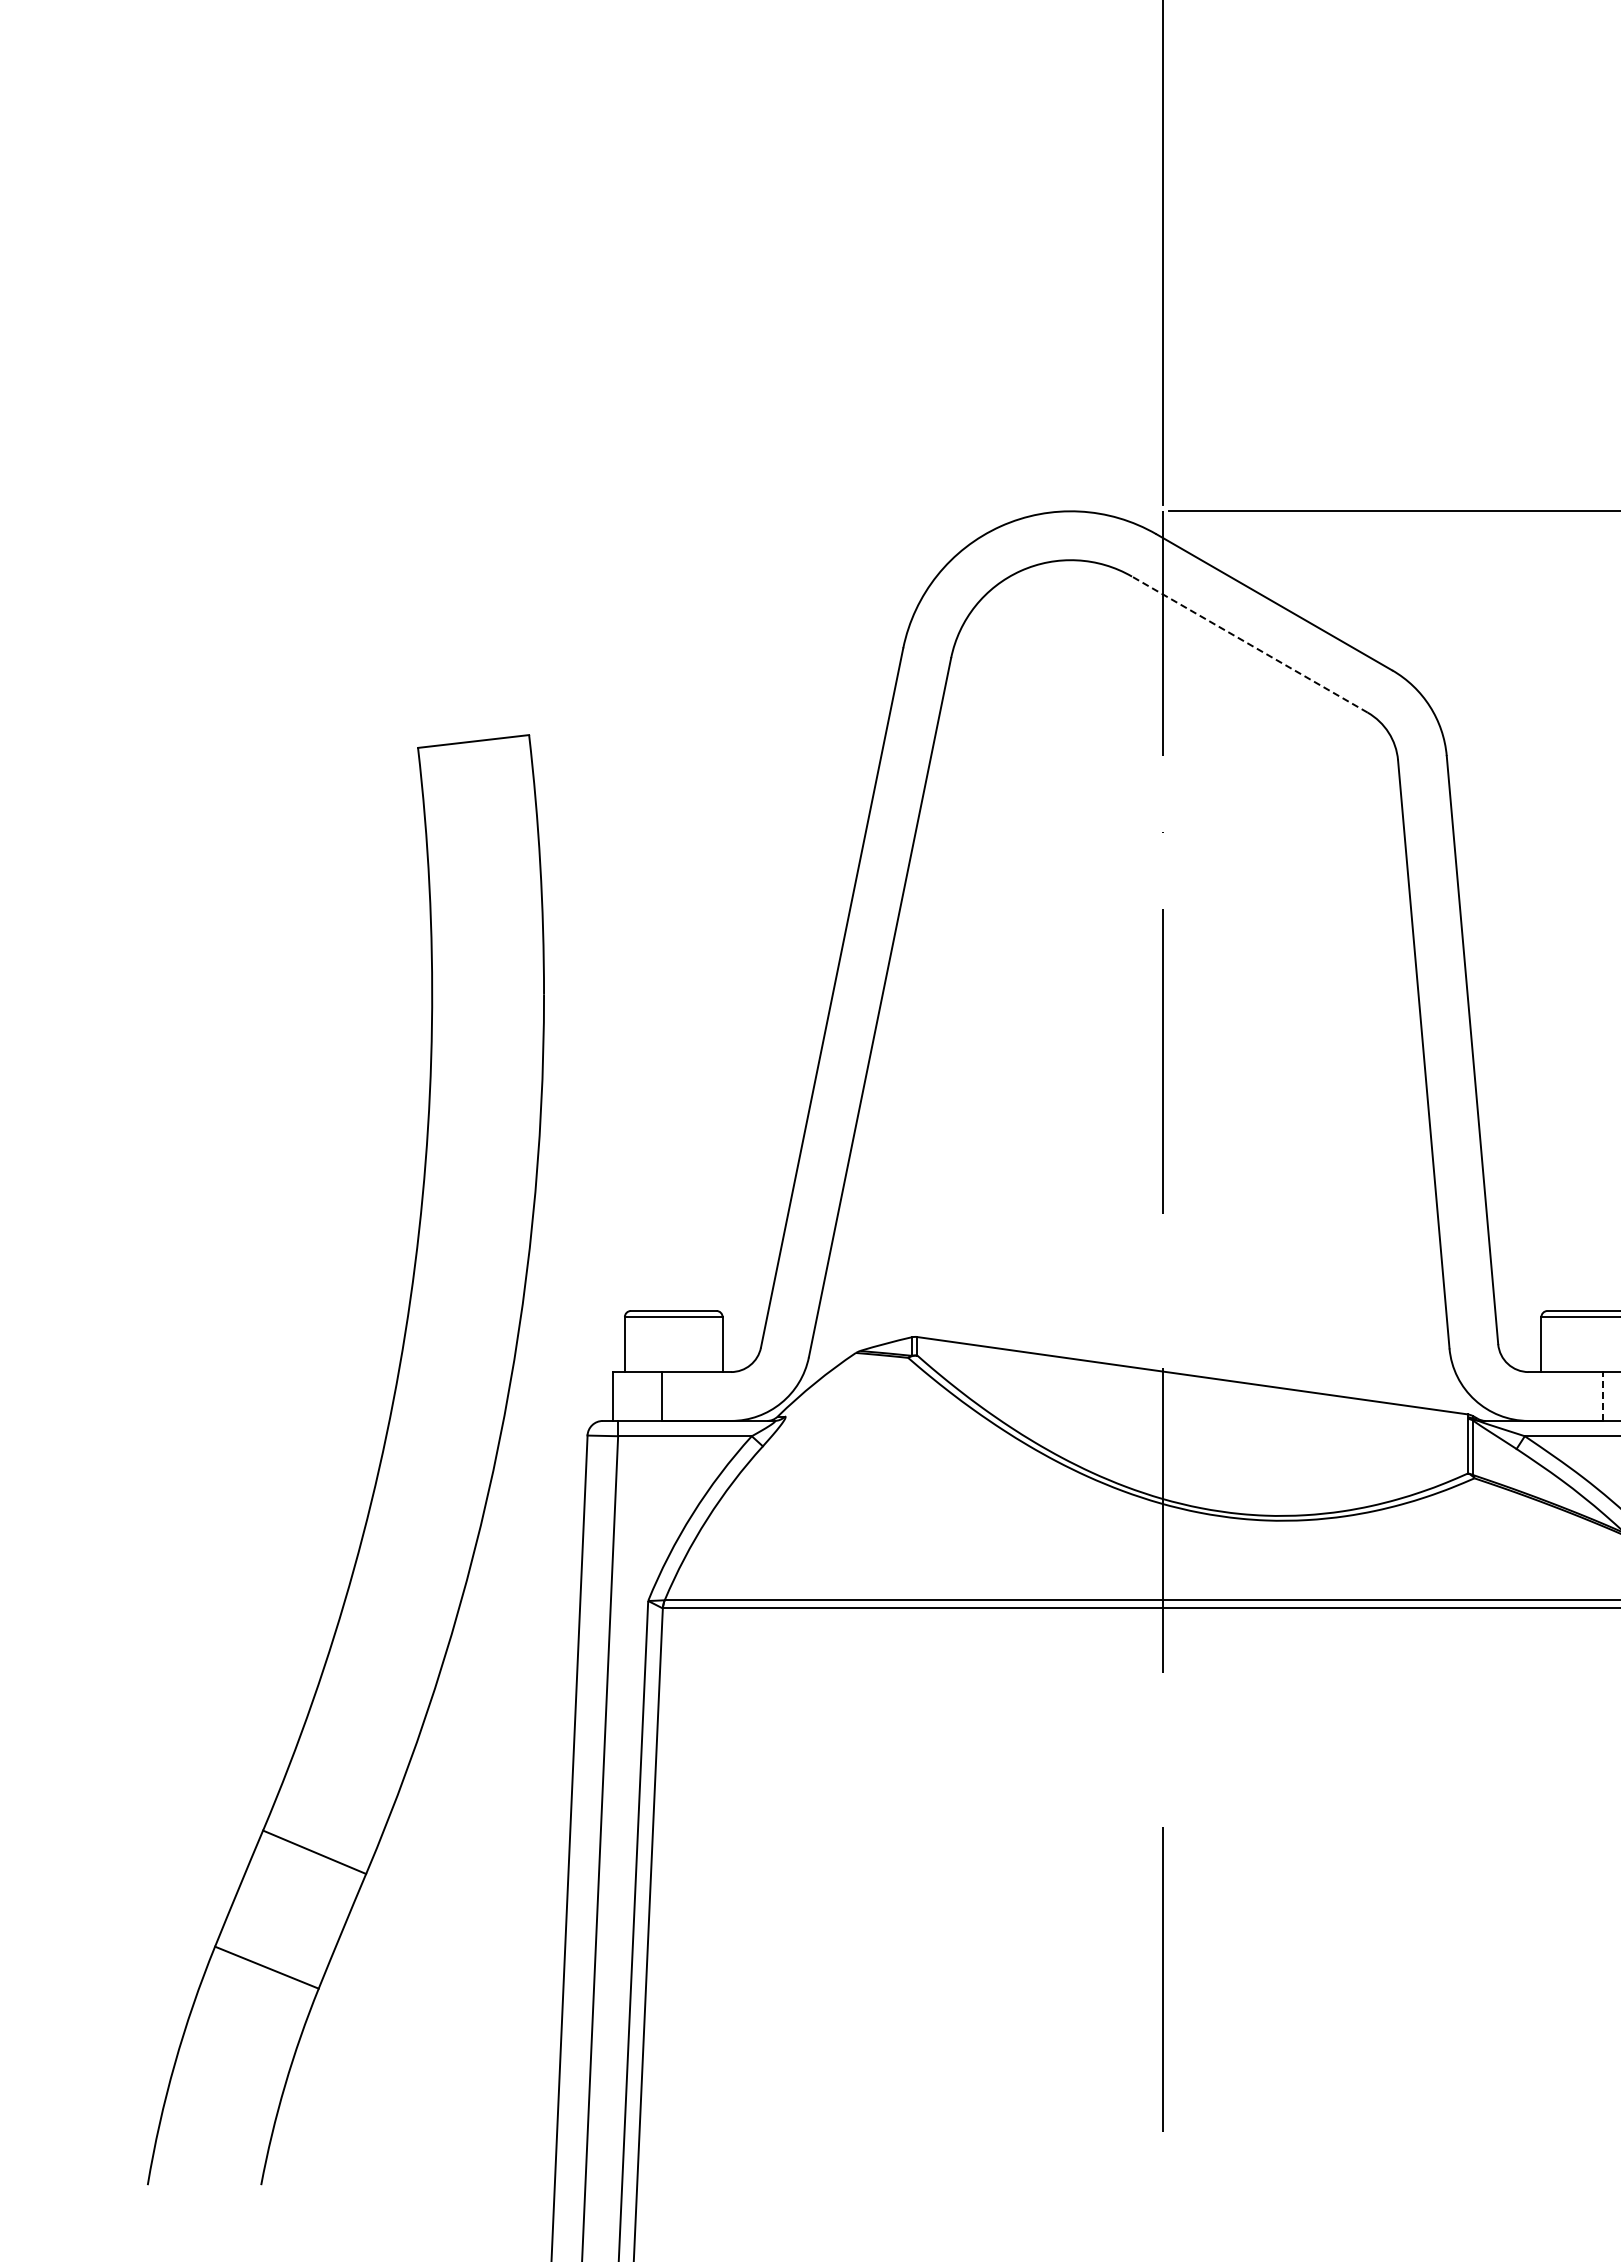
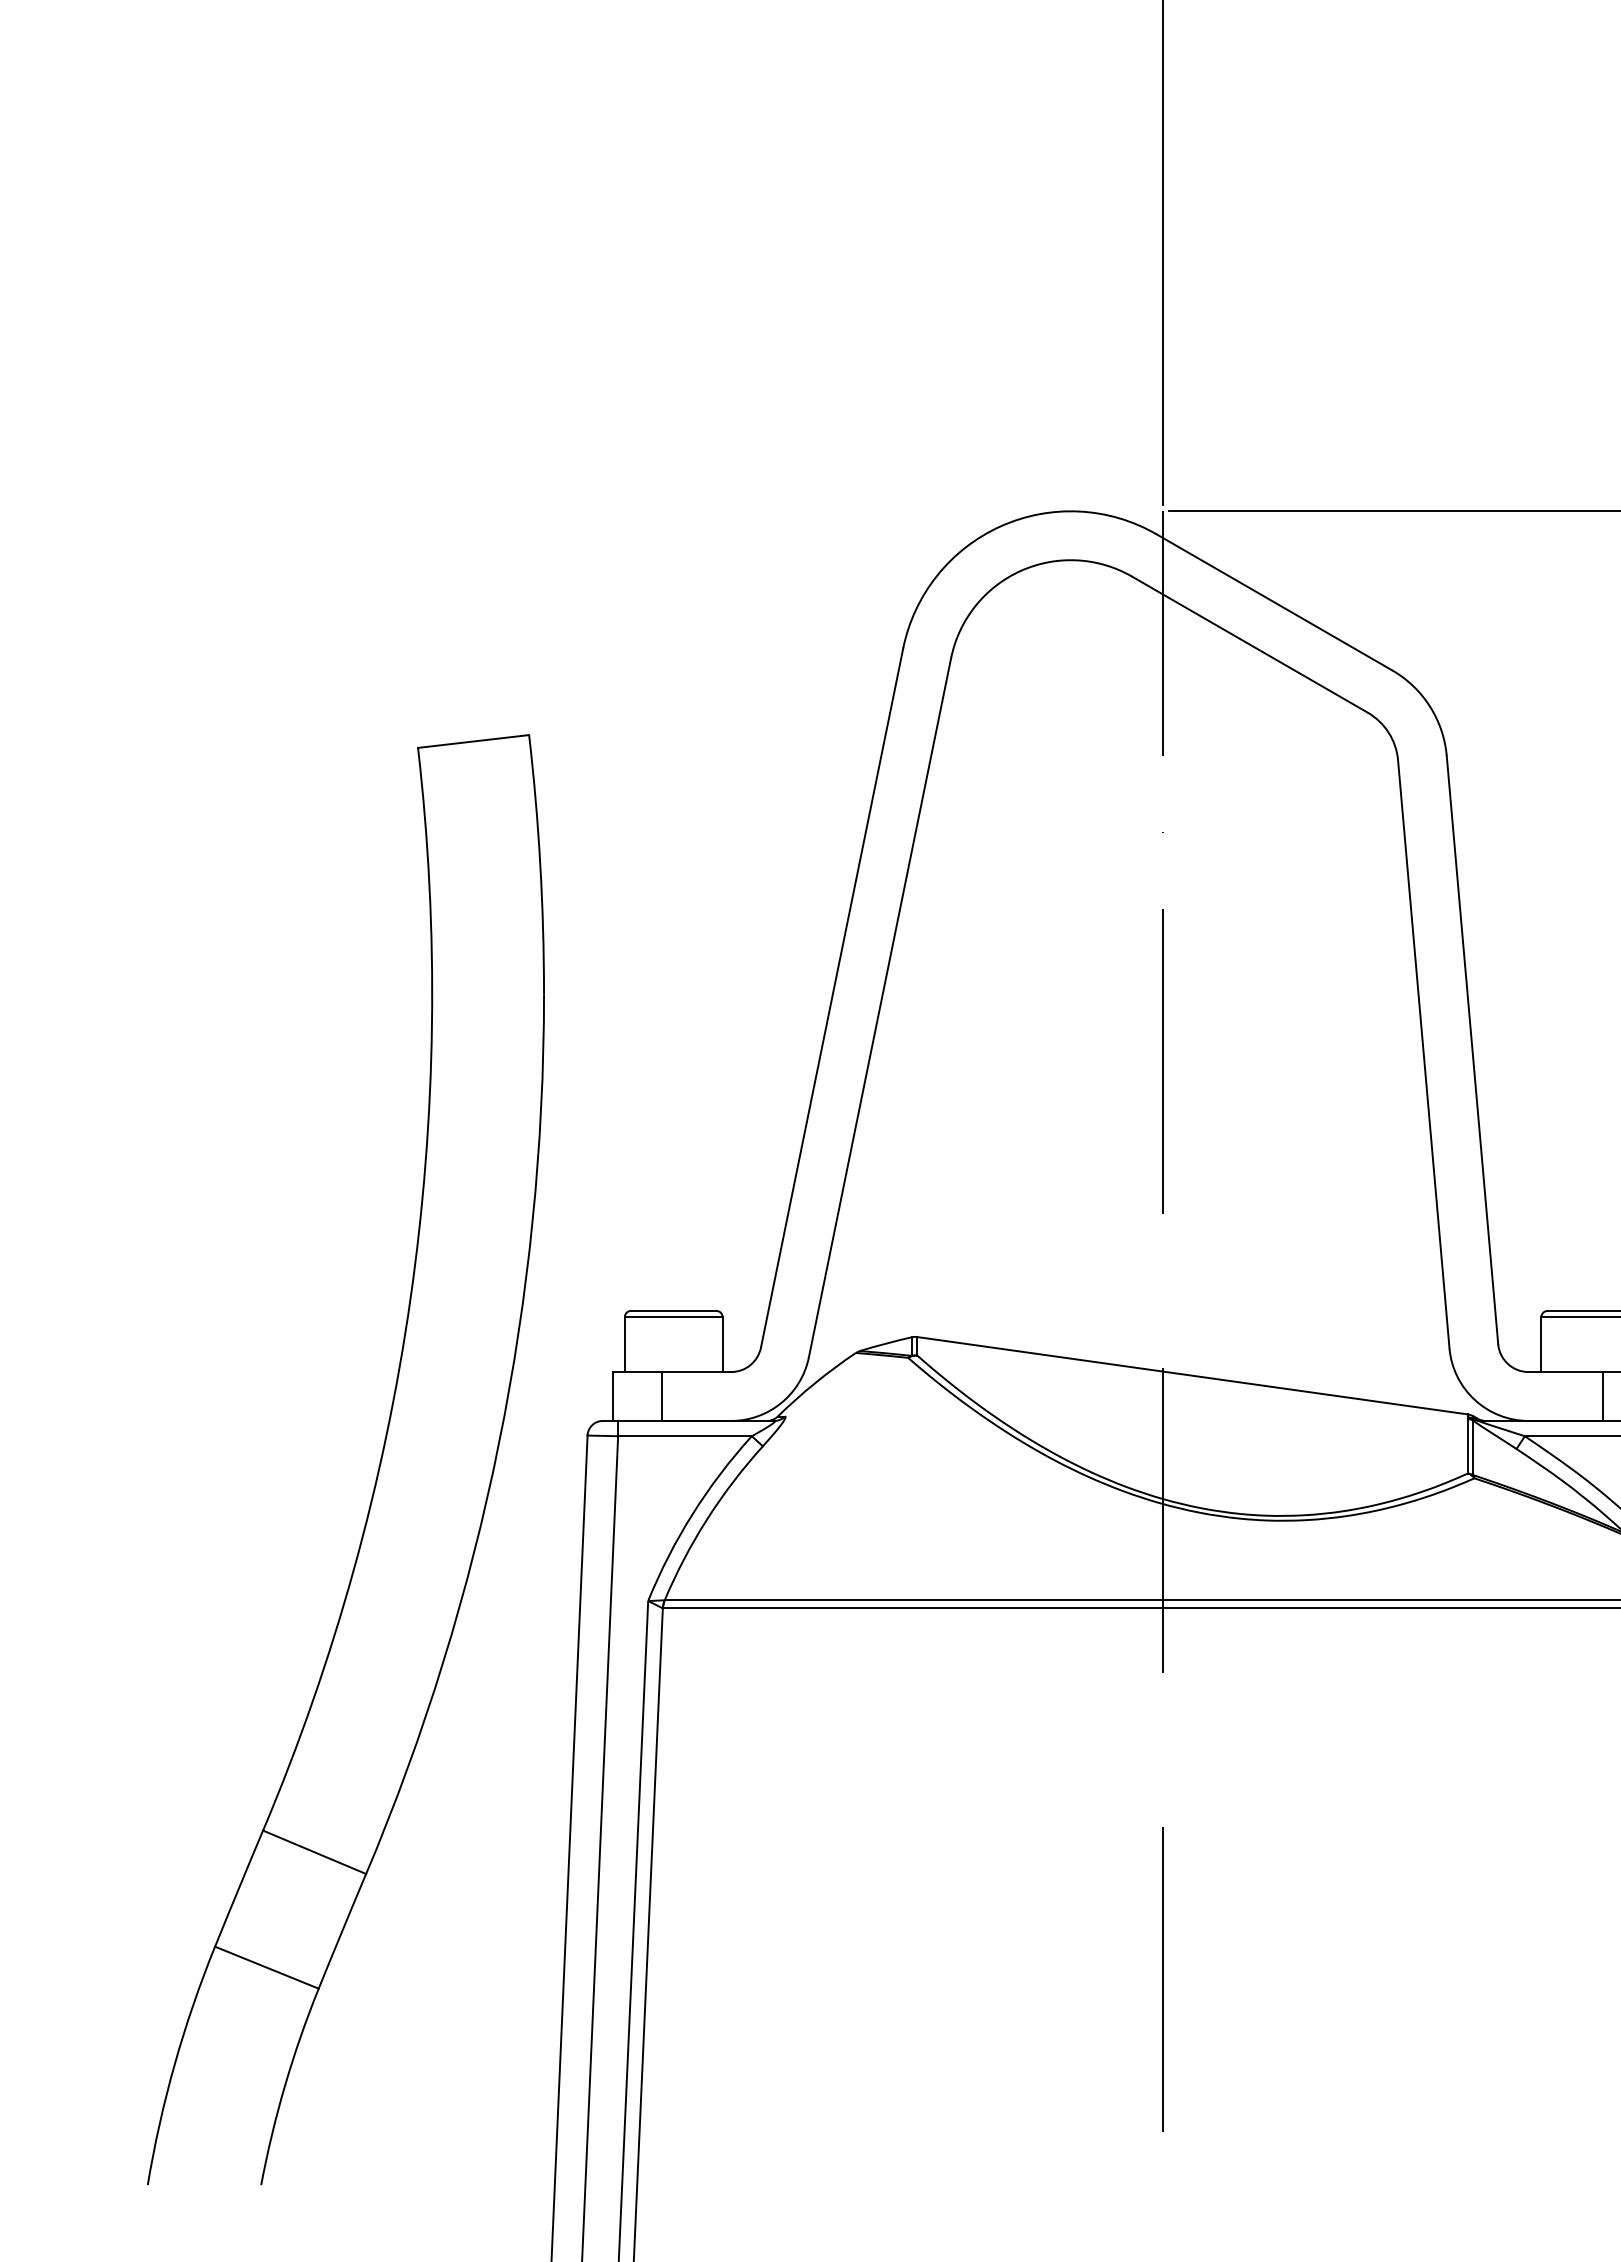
line at (1249, 644): dashed -> solid
line at (1602, 1396): dashed -> solid
